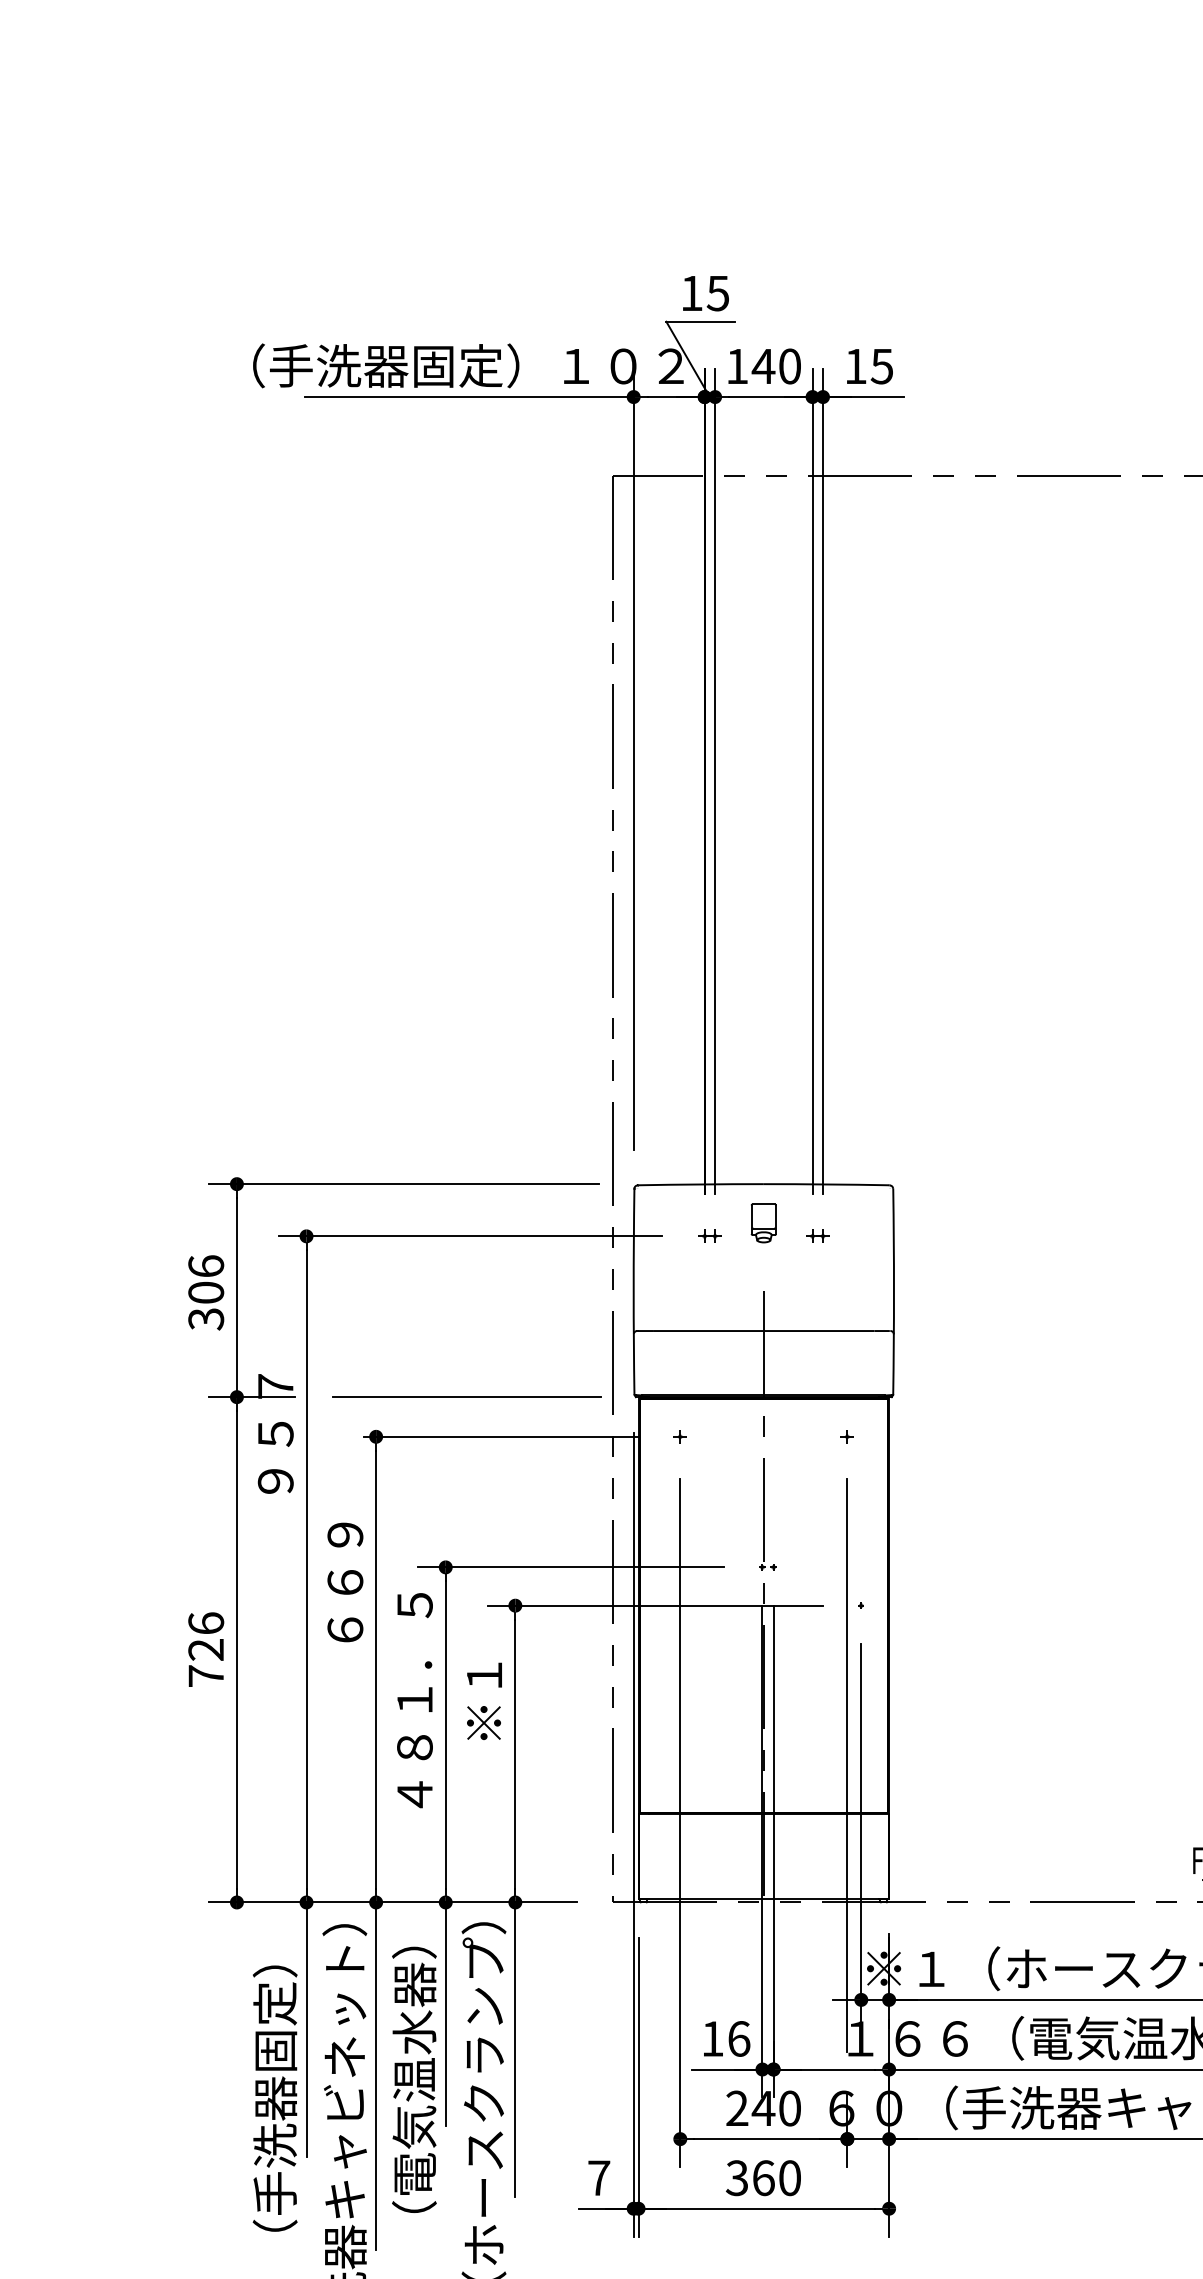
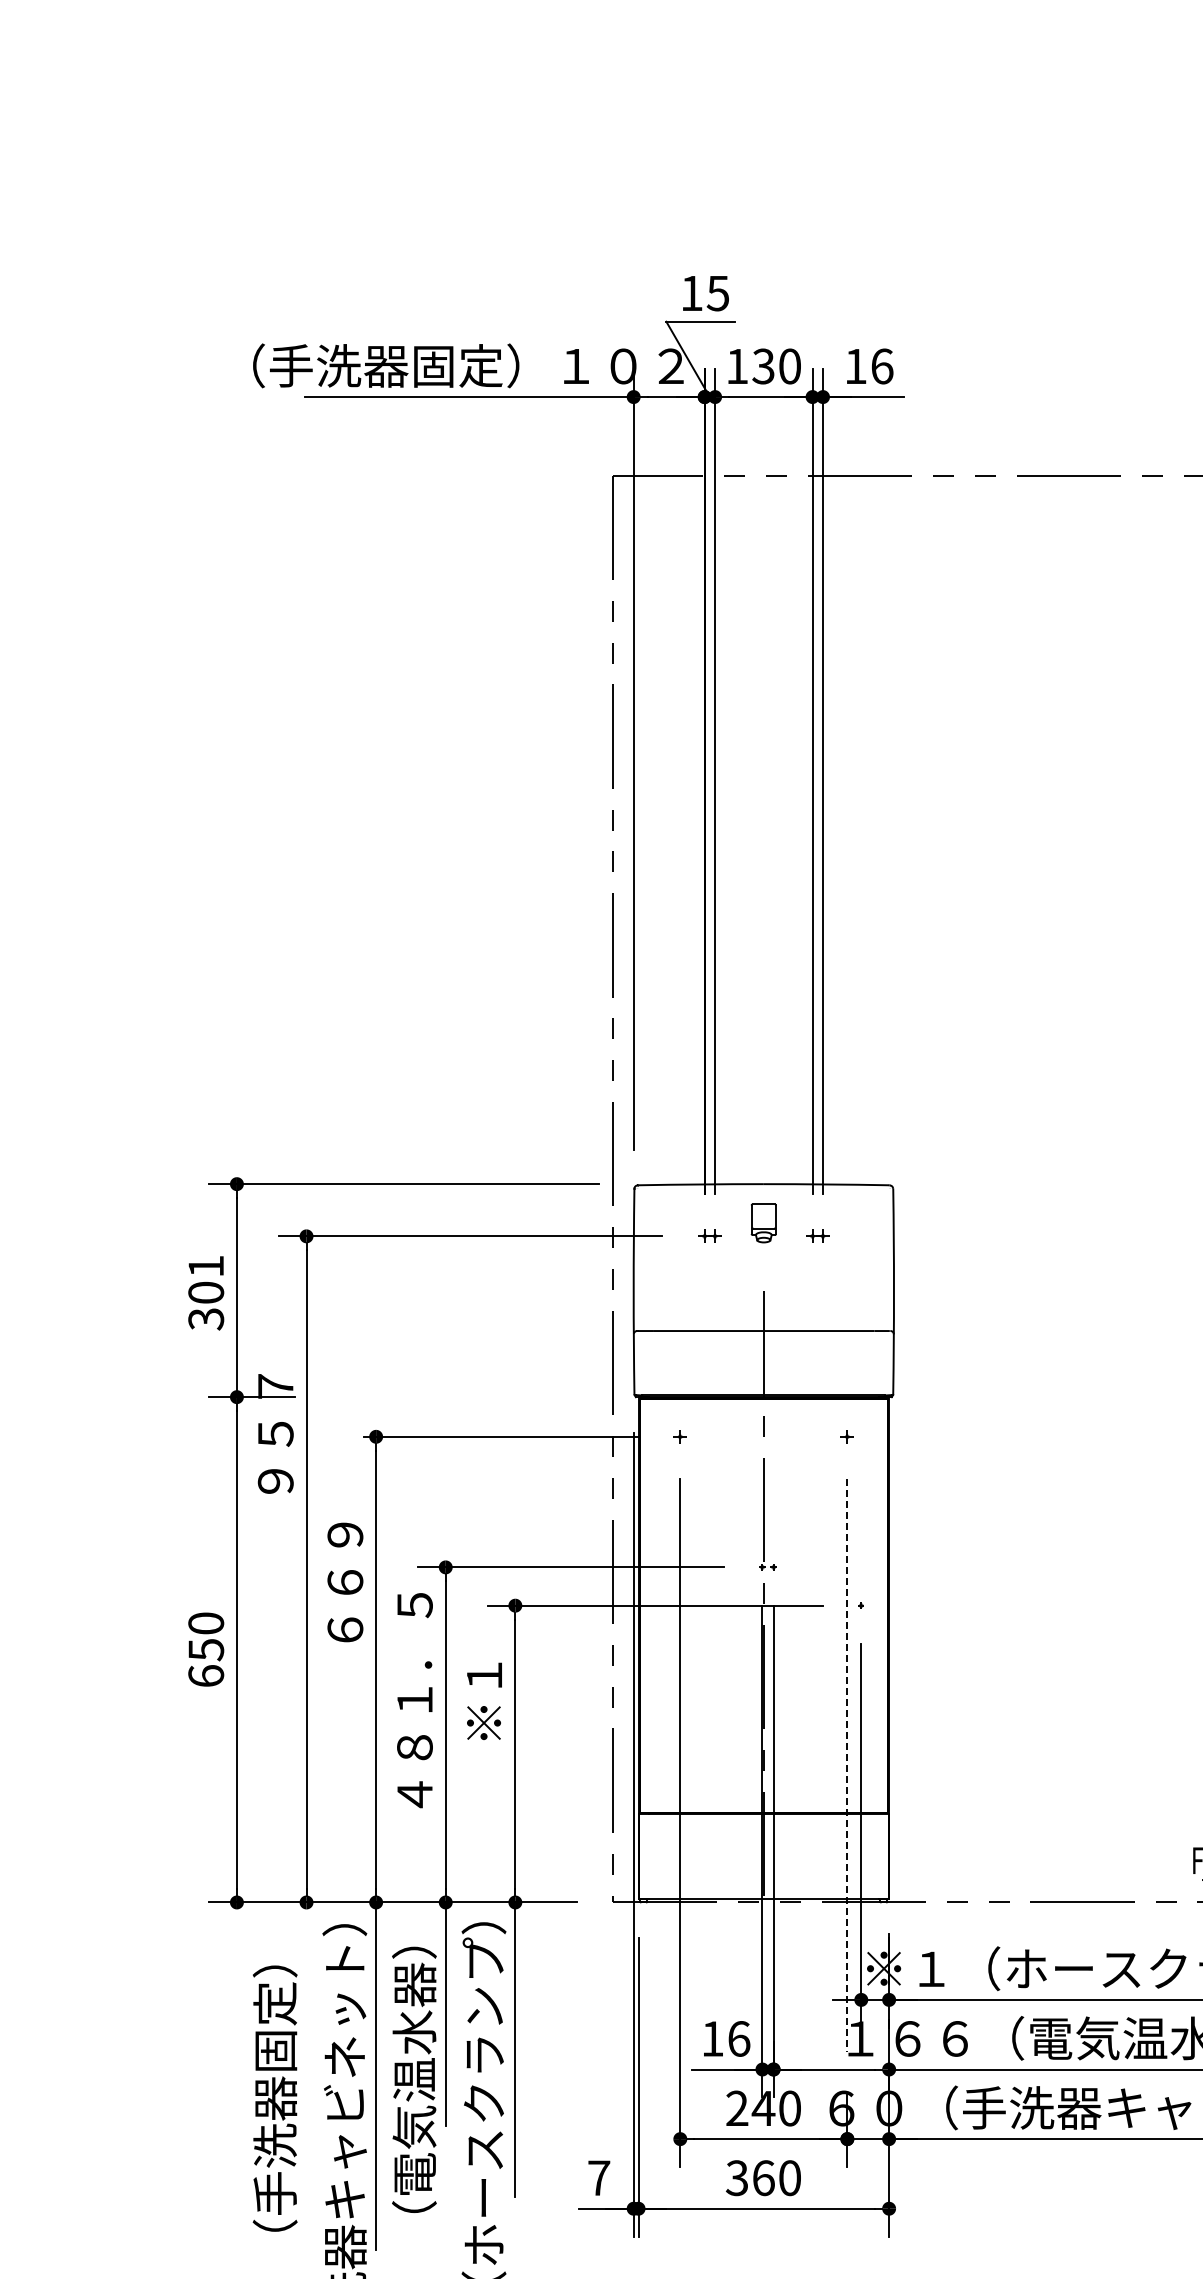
text at (763, 366): 140 -> 130
text at (881, 366): 15 -> 16
text at (206, 1265): 306 -> 301
line at (466, 1396): present -> none
text at (206, 1649): 726 -> 650
line at (847, 1765): solid -> dashed
line at (306, 2029): present -> none
